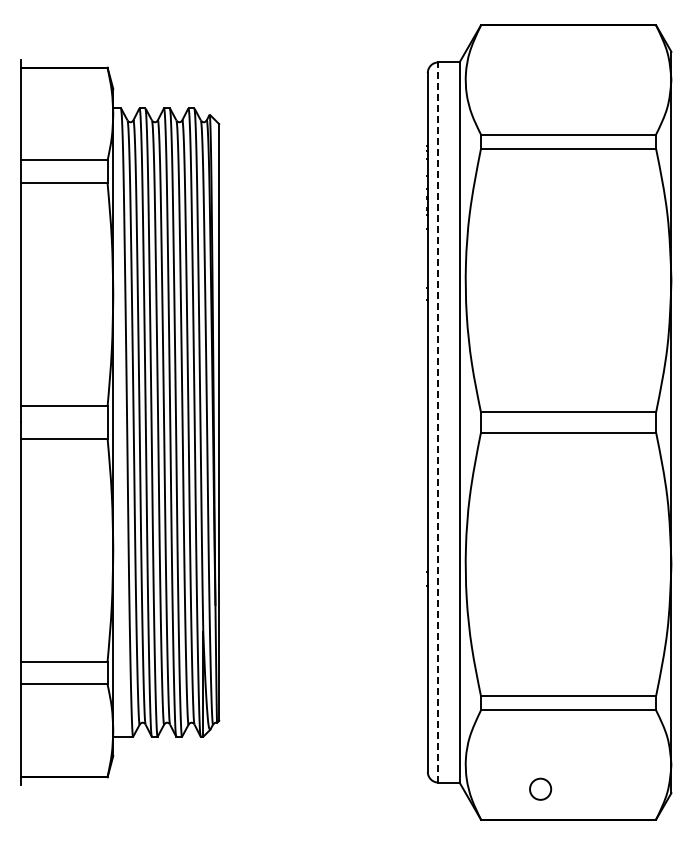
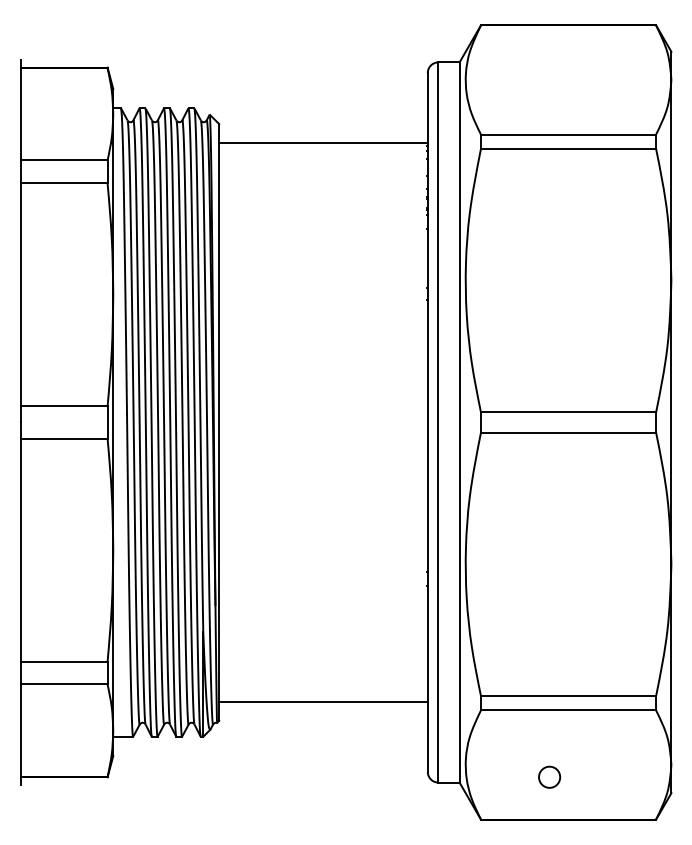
line at (323, 143): none -> present
line at (438, 422): dashed -> solid
line at (323, 701): none -> present
circle at (540, 788) position: (540, 788) -> (549, 776)
